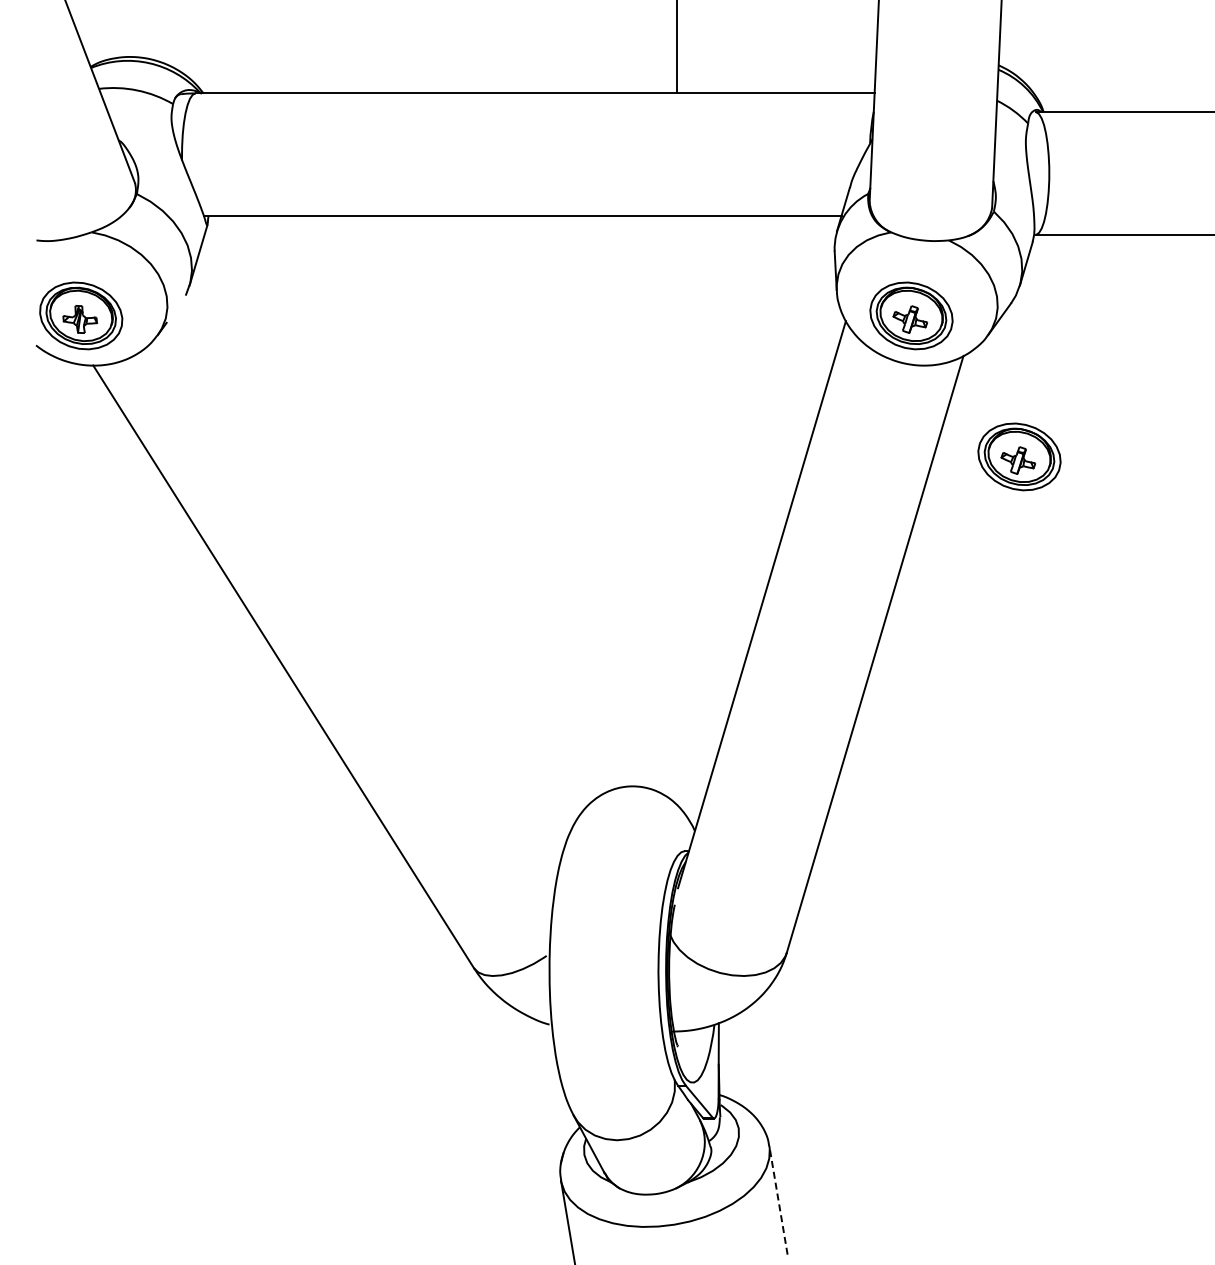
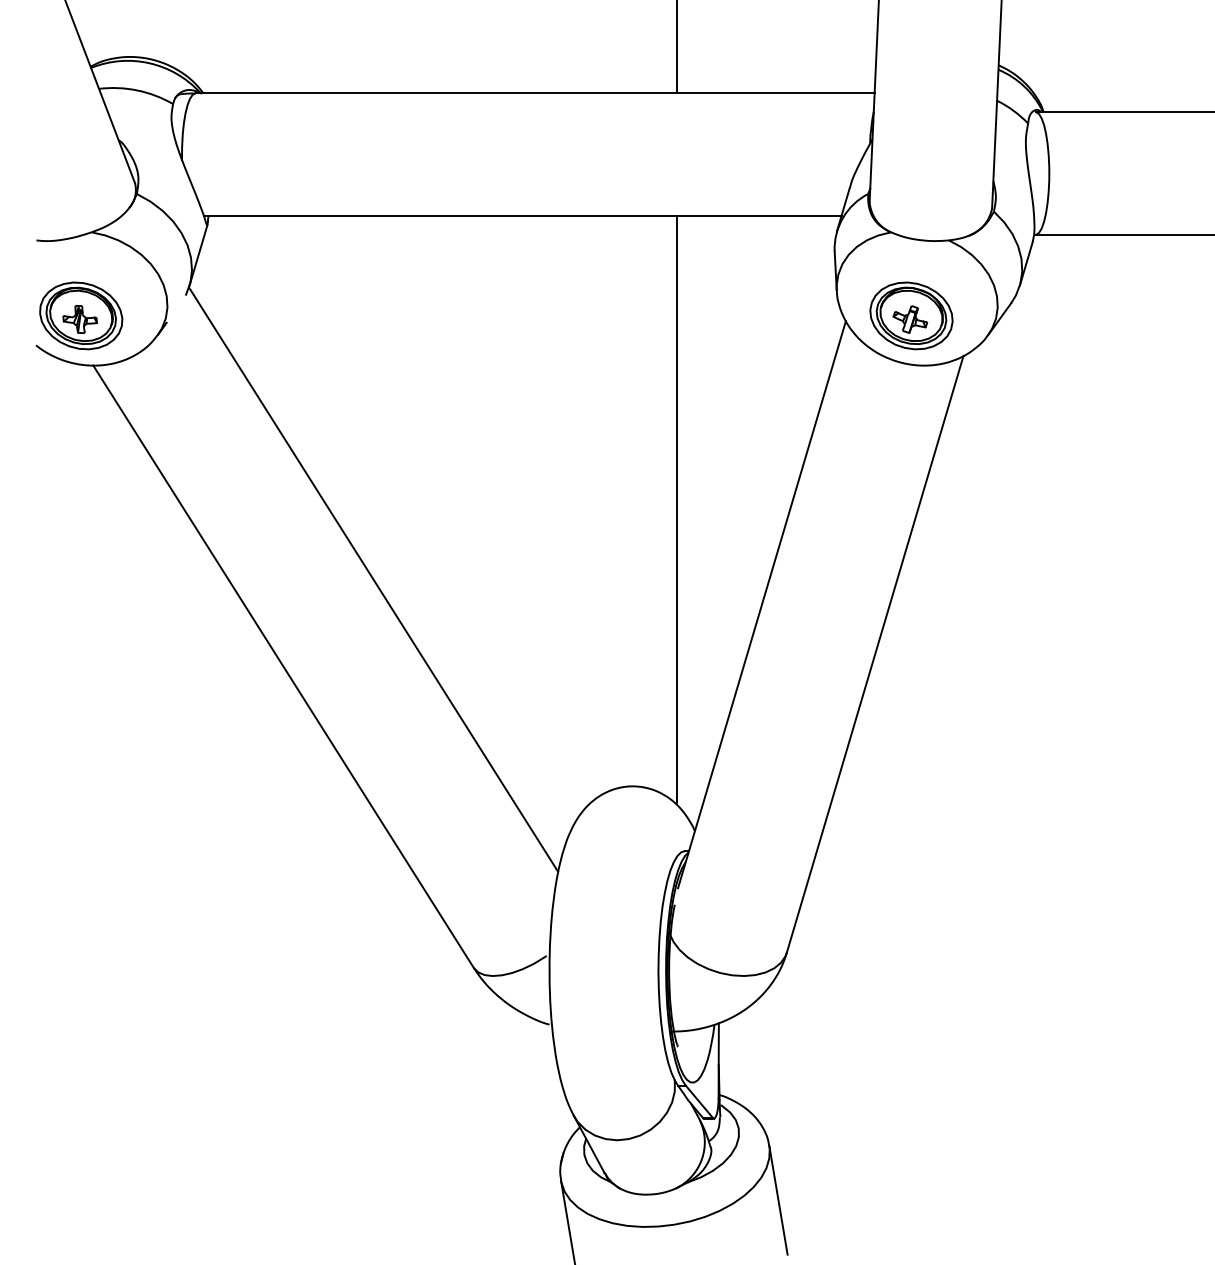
part at (1019, 456): present -> none
line at (676, 510): none -> present
line at (373, 579): none -> present
line at (778, 1199): dashed -> solid
